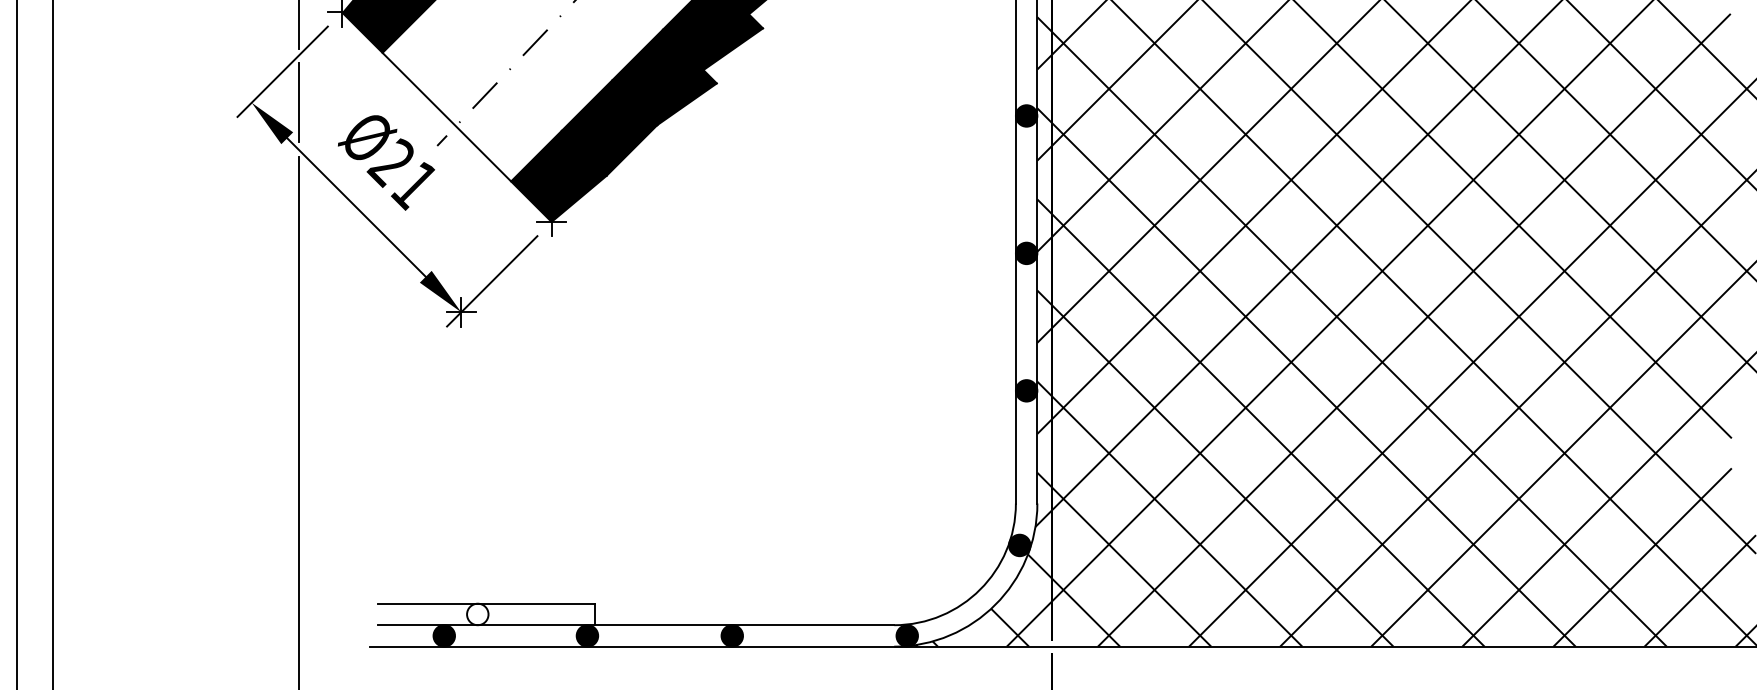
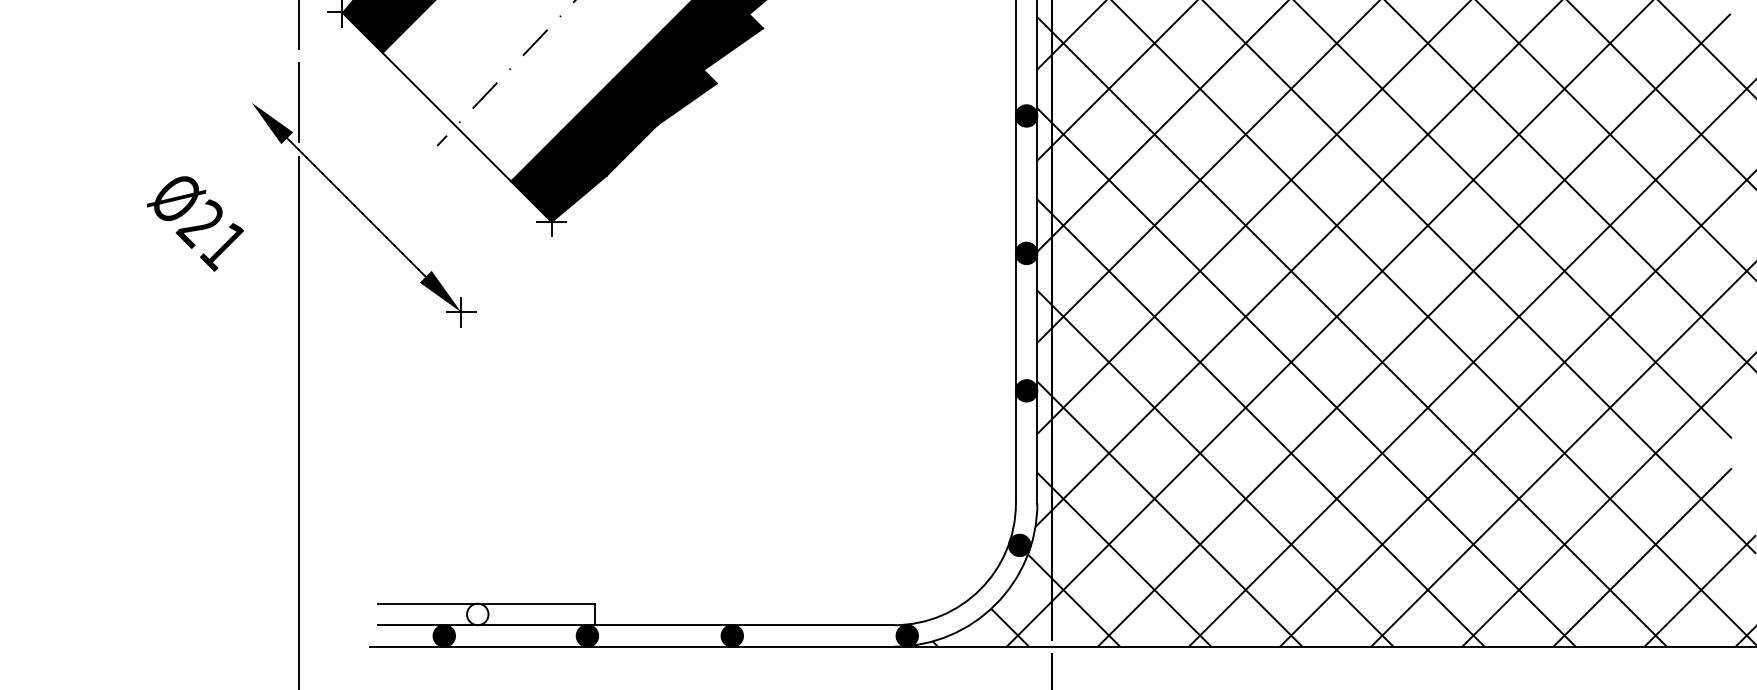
line at (282, 71): present -> none
text at (386, 162) position: (386, 162) -> (195, 223)
line at (492, 281): present -> none
line at (16, 344): present -> none
line at (52, 344): present -> none
